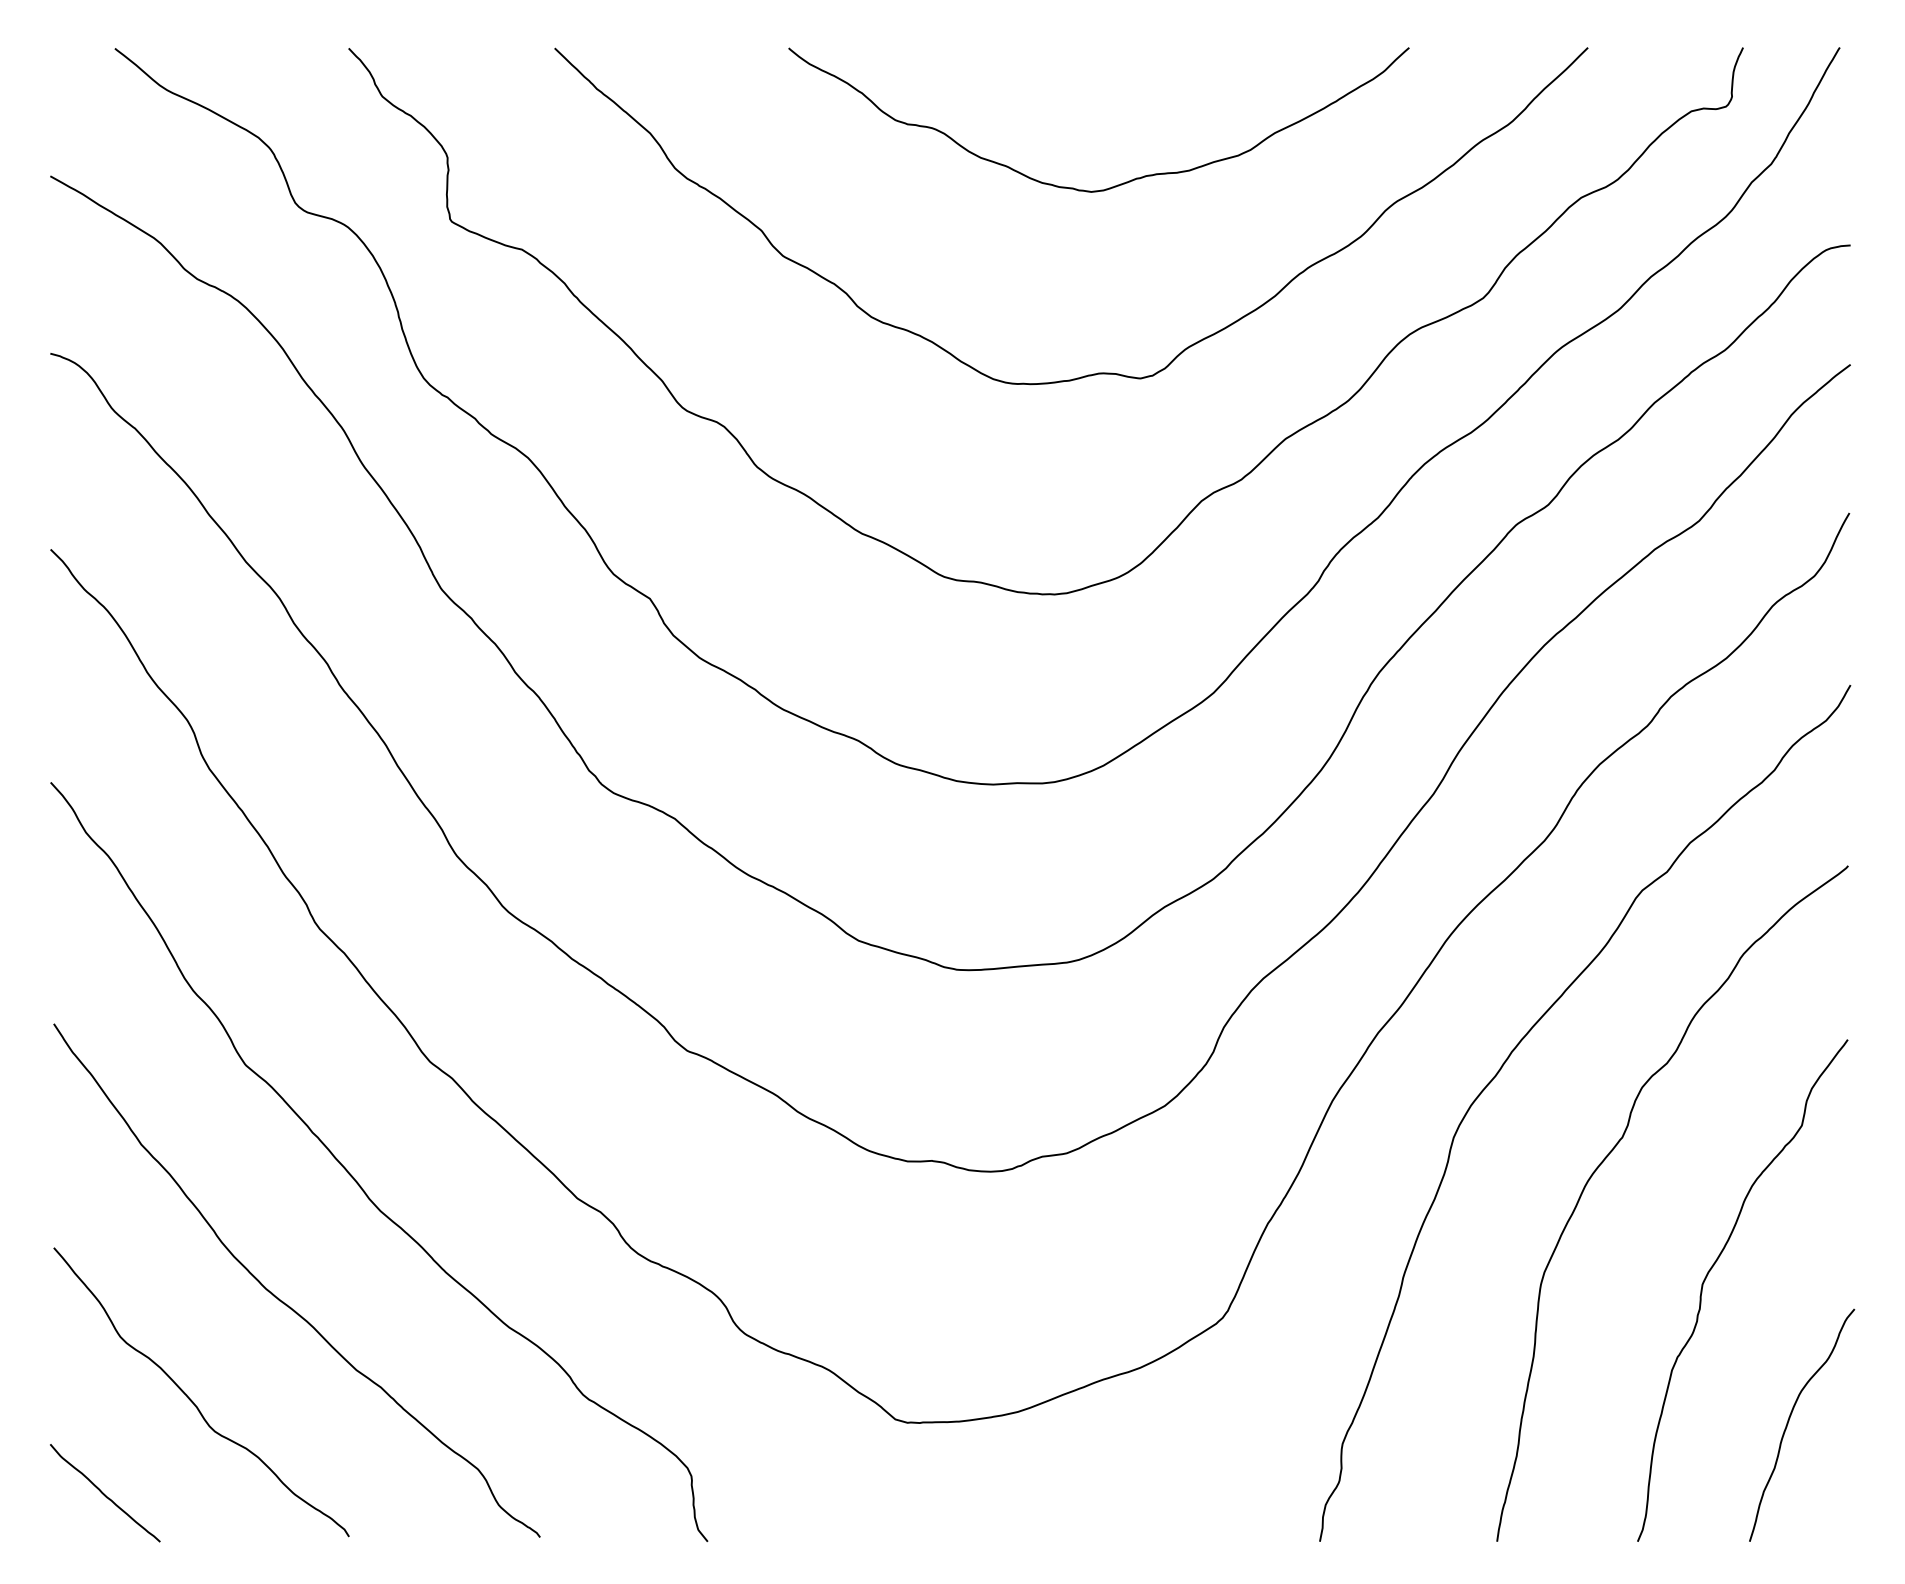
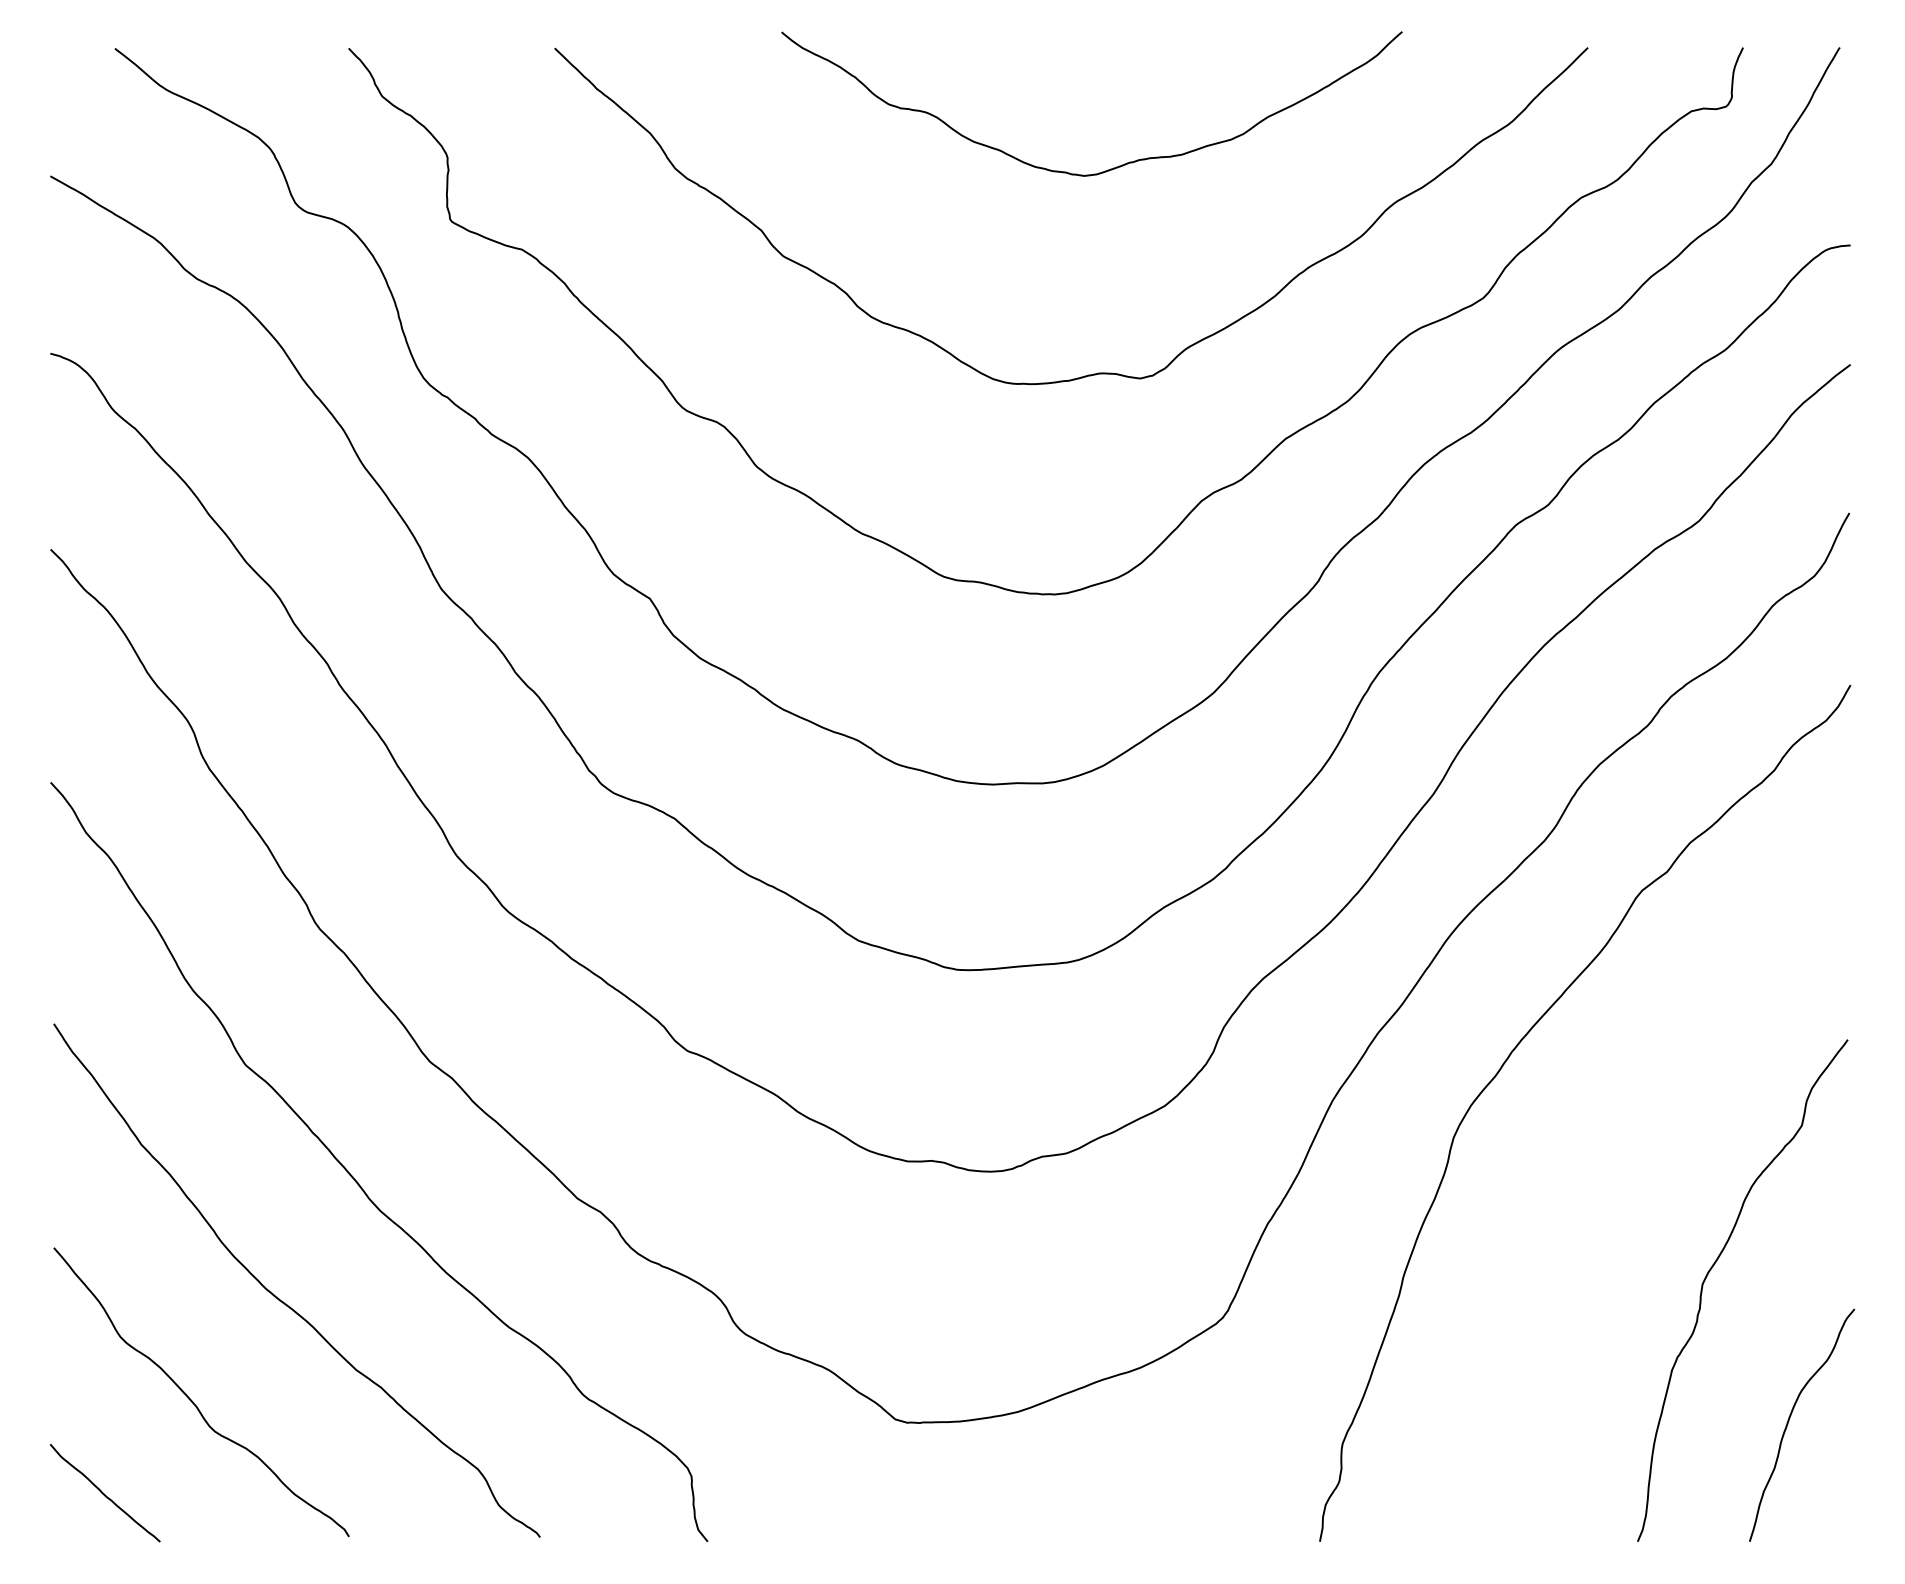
curve at (1120, 183) position: (1120, 183) -> (1113, 167)
curve at (1613, 1150): present -> none
